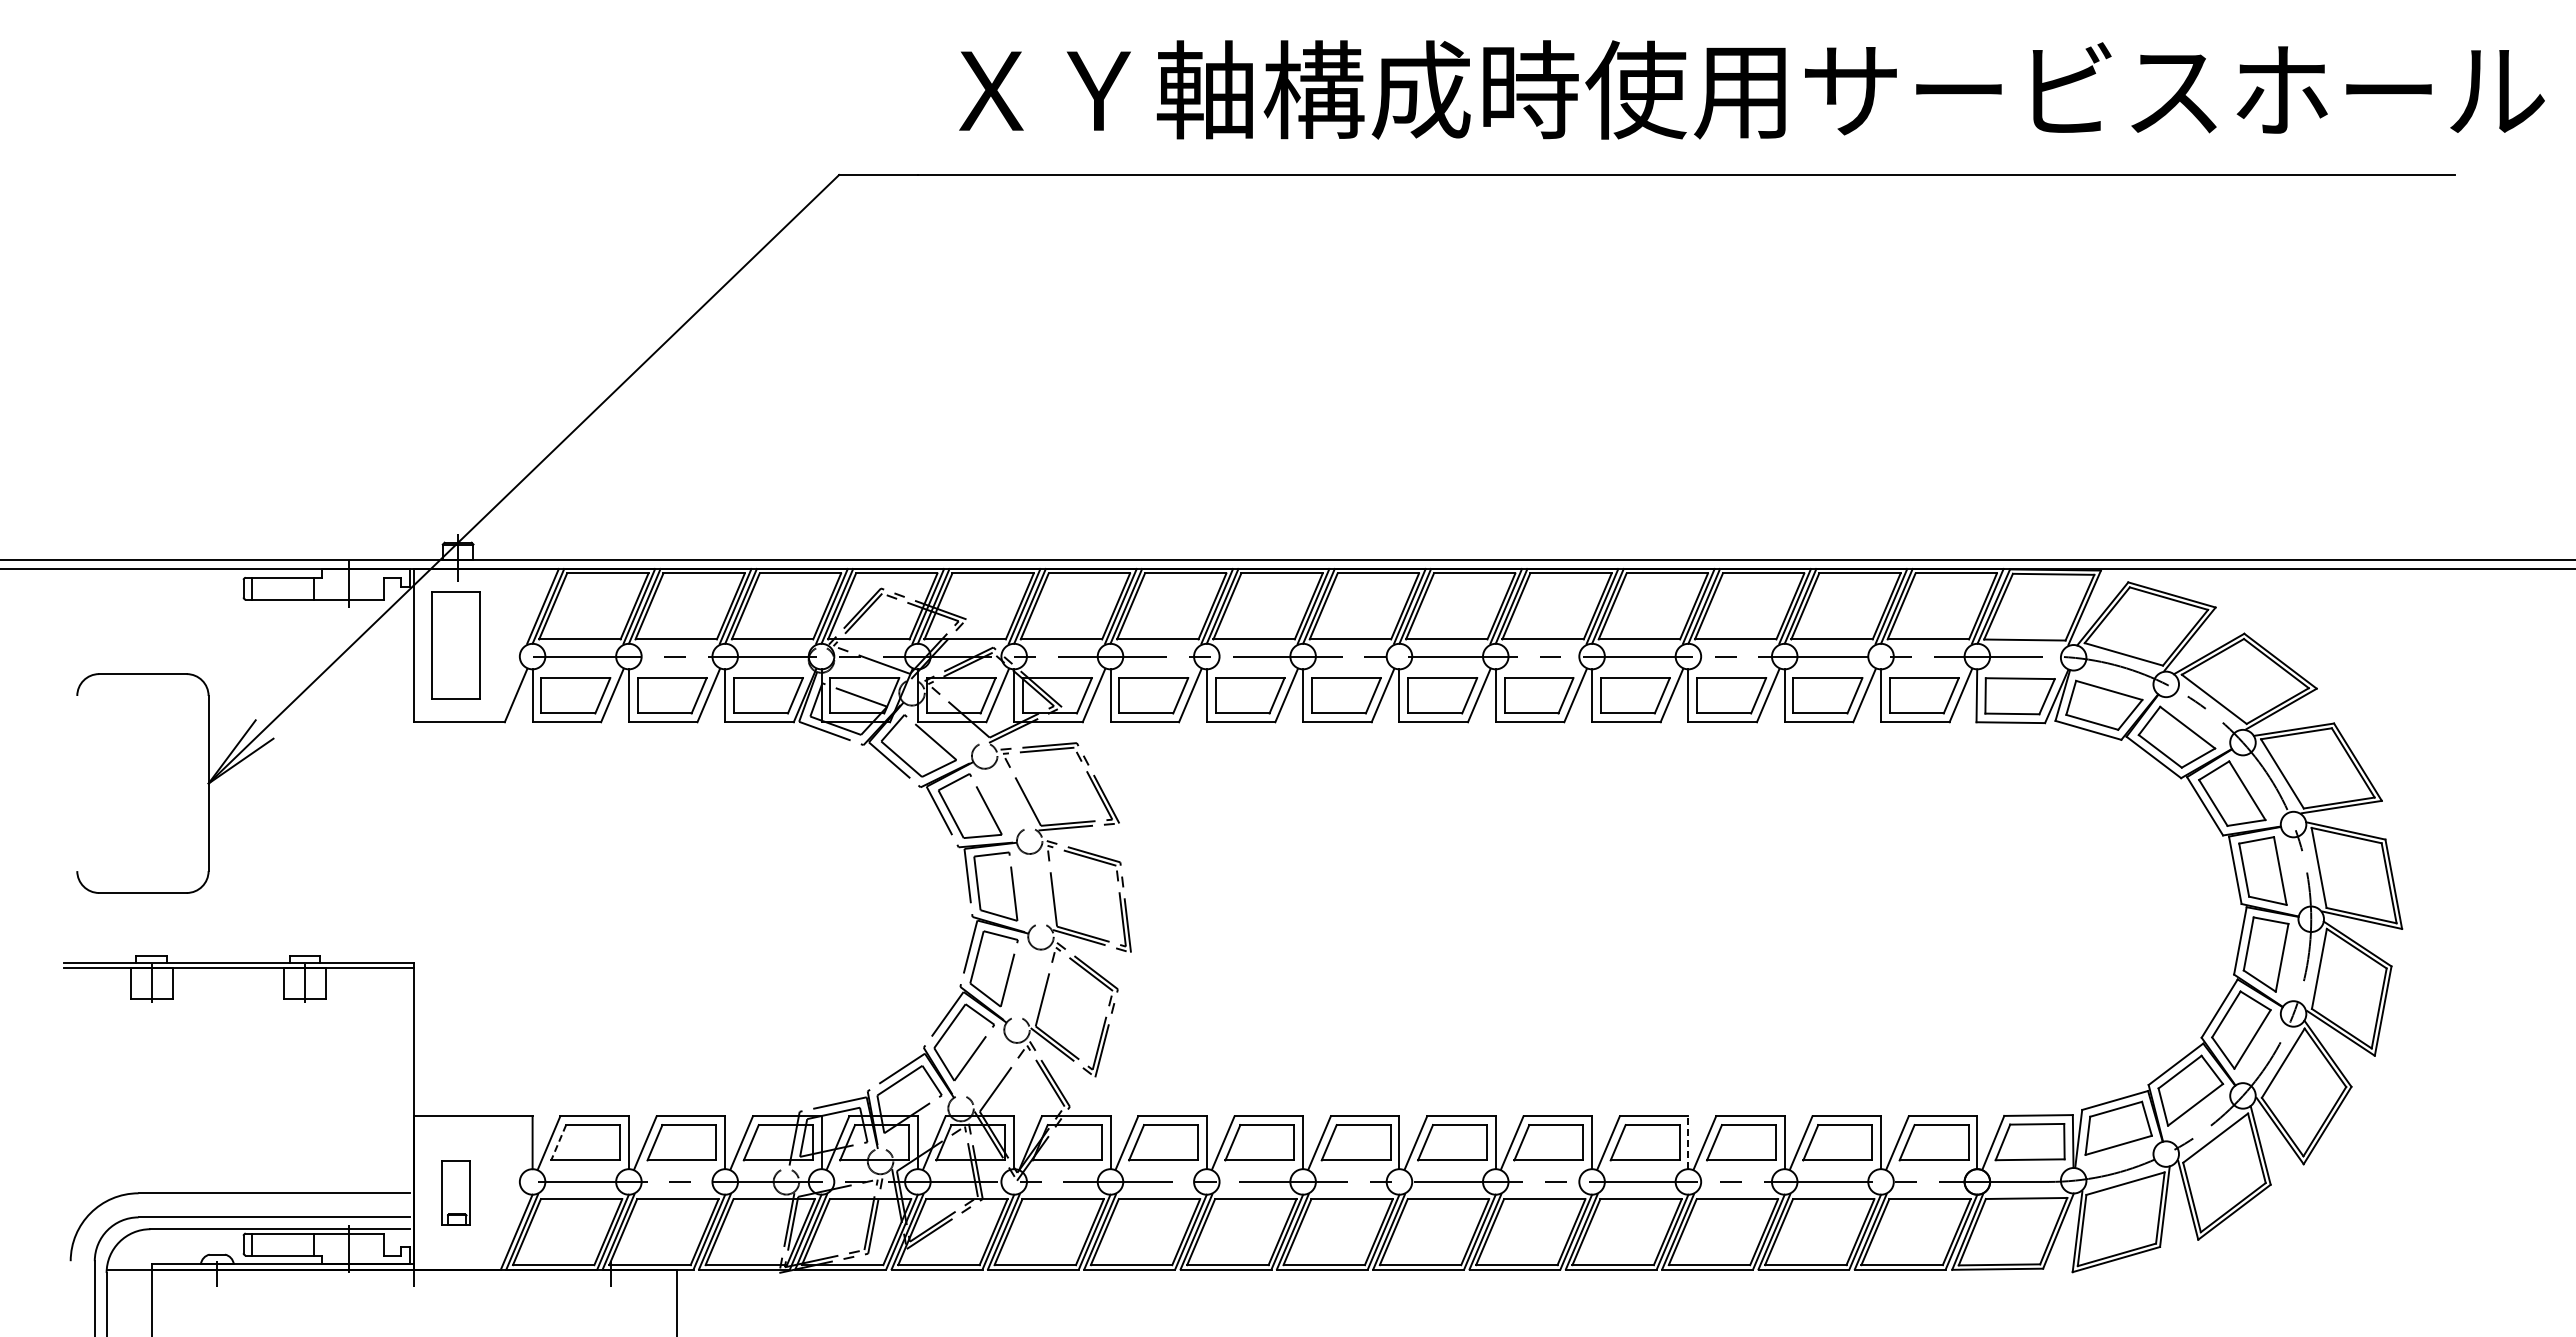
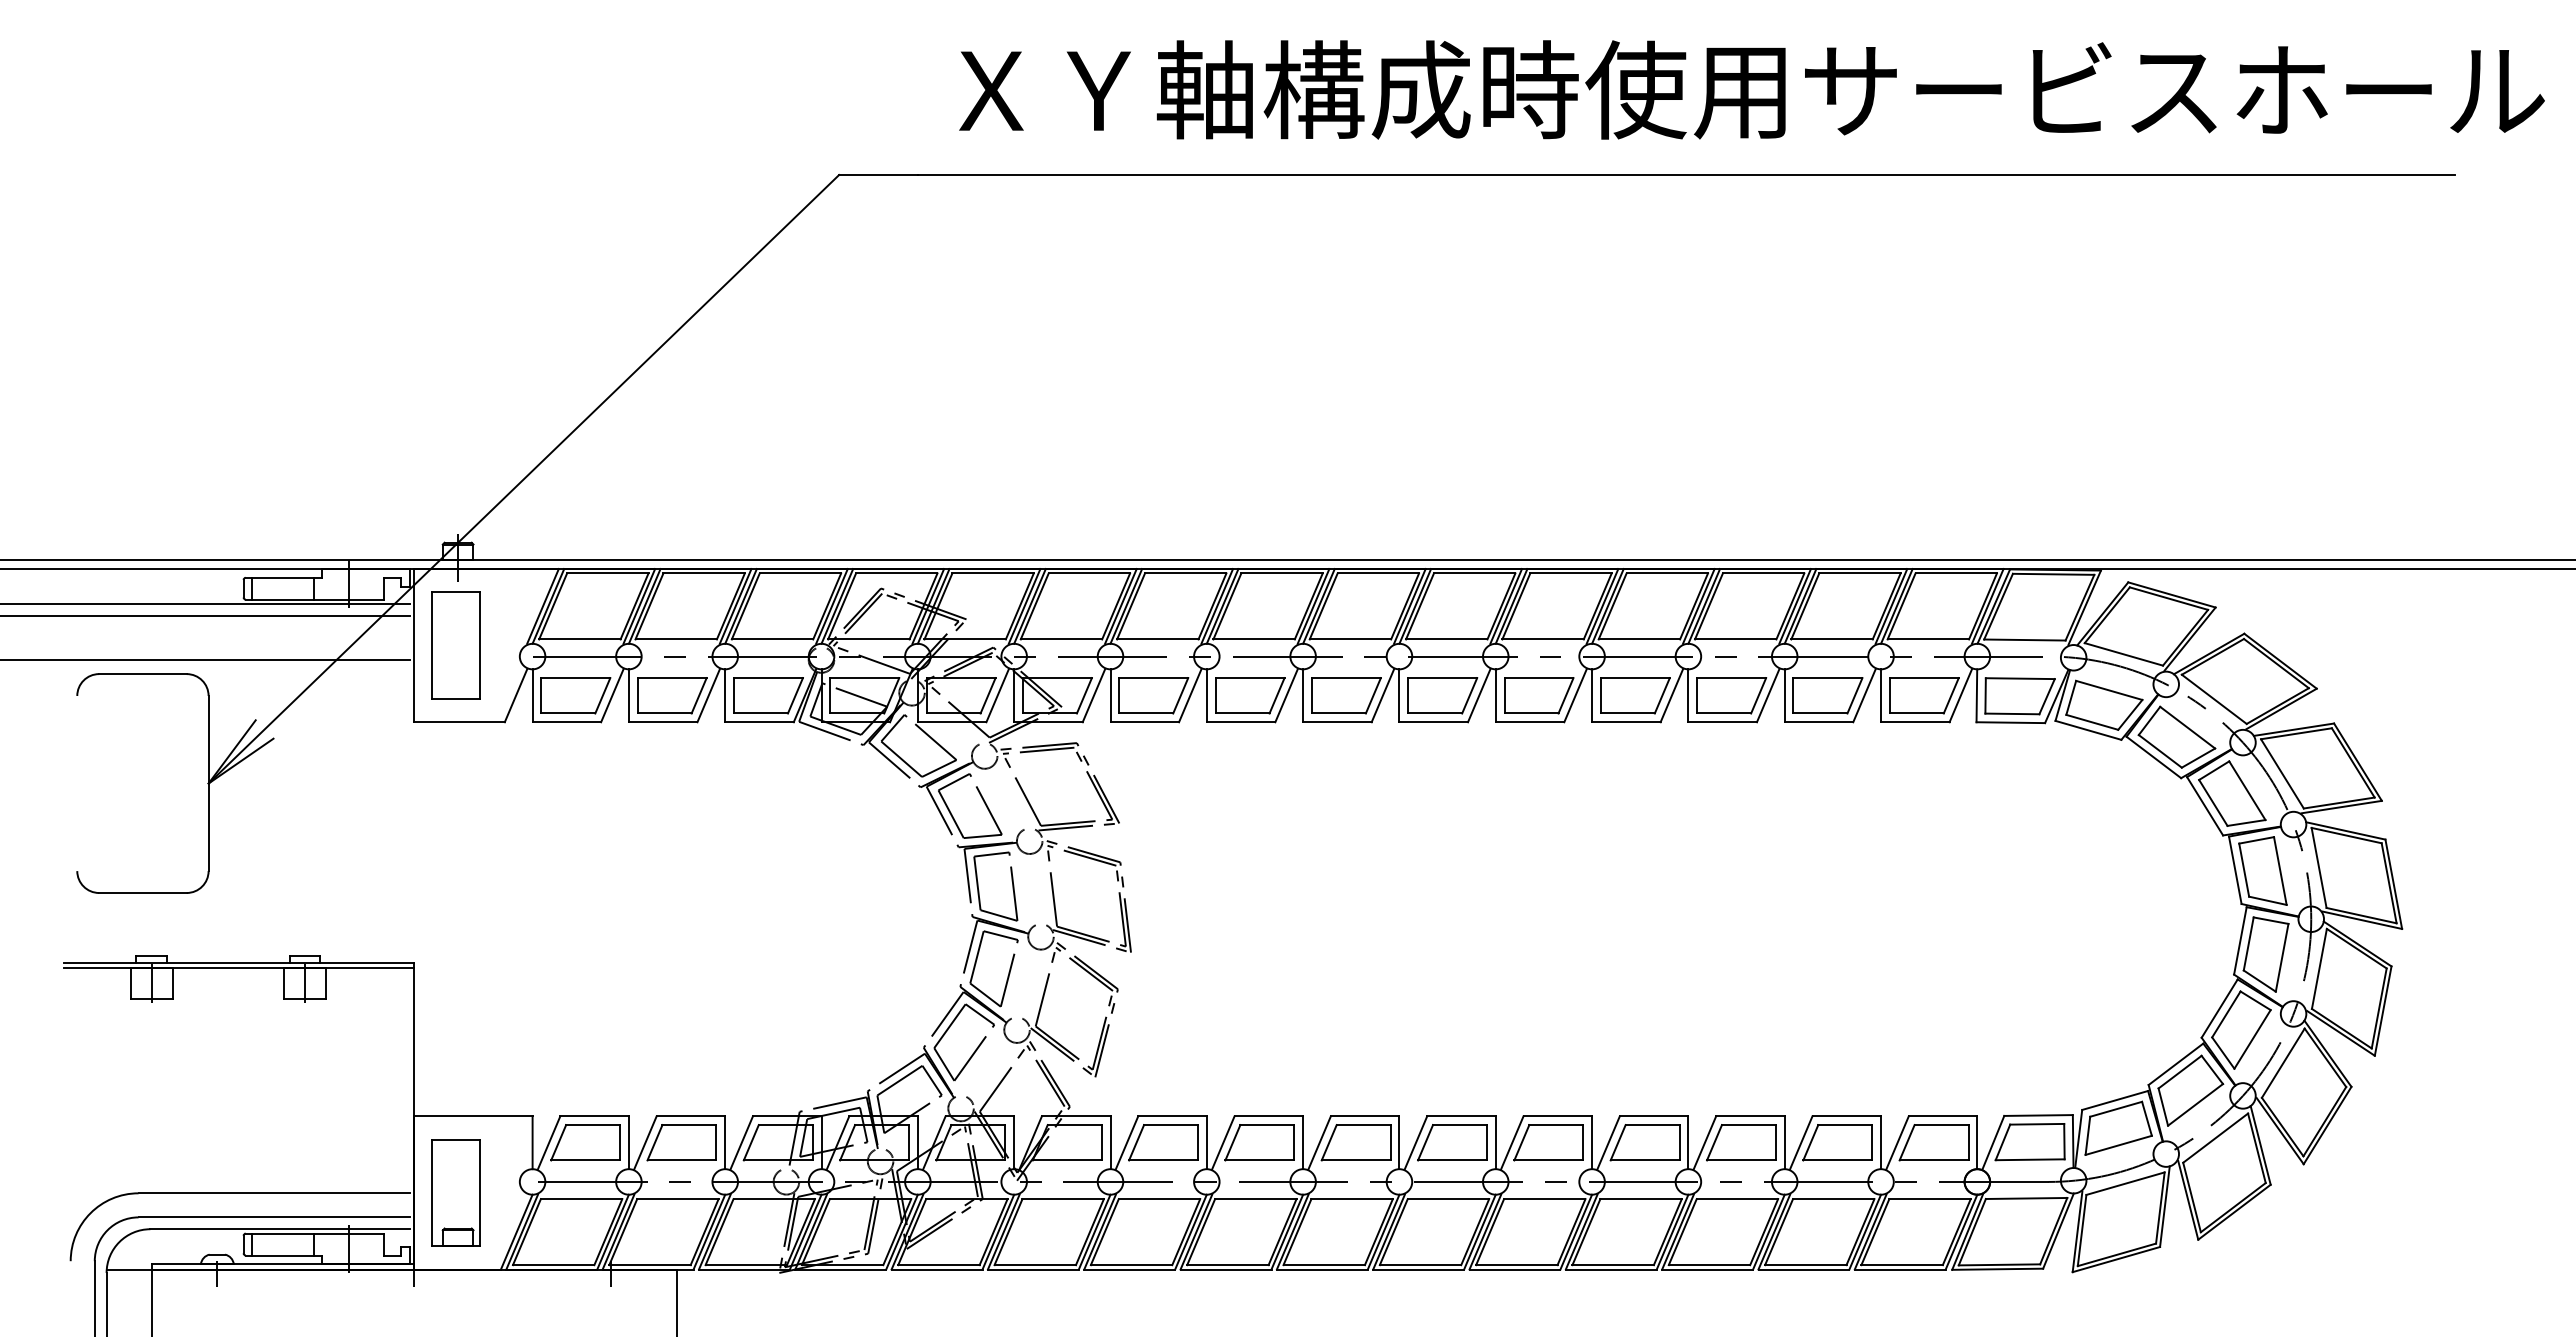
line at (206, 604): none -> present
line at (206, 615): none -> present
line at (206, 659): none -> present
line at (1688, 1142): dashed -> solid
line at (558, 1143): dashed -> solid
part at (455, 1192) size: 30x66 px -> 50x108 px
